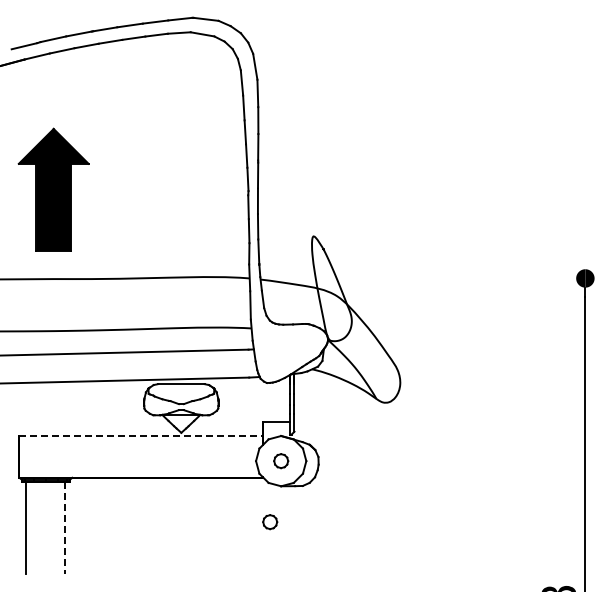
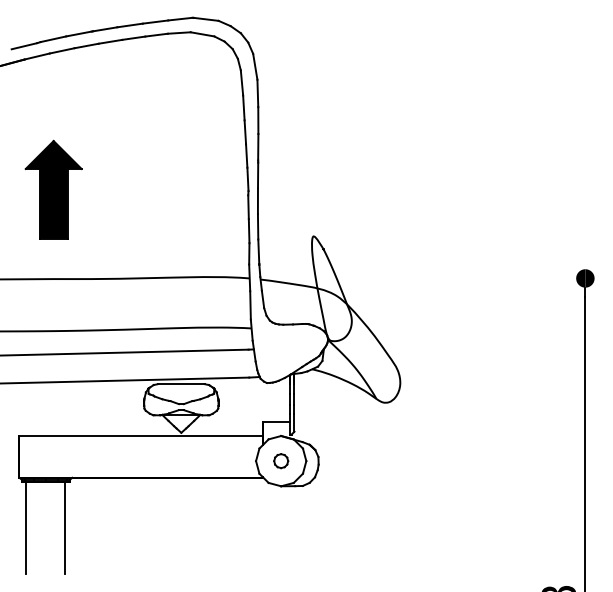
part at (53, 189) size: 73x125 px -> 59x101 px
line at (141, 436): dashed -> solid
part at (270, 522): present -> none
line at (65, 528): dashed -> solid
